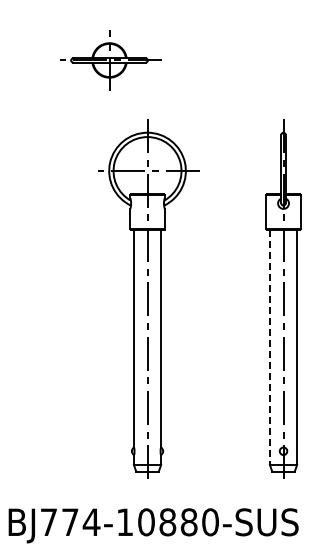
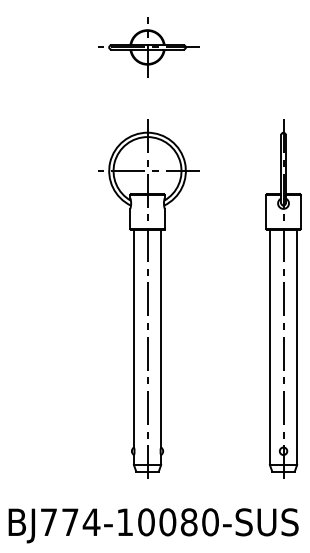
part at (110, 60) position: (110, 60) -> (148, 47)
line at (269, 347): dashed -> solid
text at (167, 522): BJ774-10880-SUS -> BJ774-10080-SUS
